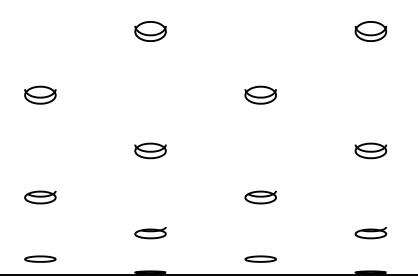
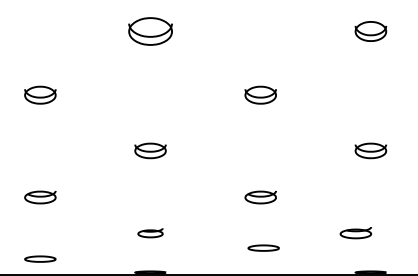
part at (150, 31) size: 33x21 px -> 45x29 px
part at (150, 233) size: 33x13 px -> 27x11 px
part at (370, 233) position: (370, 233) -> (355, 233)
part at (260, 258) position: (260, 258) -> (263, 247)
